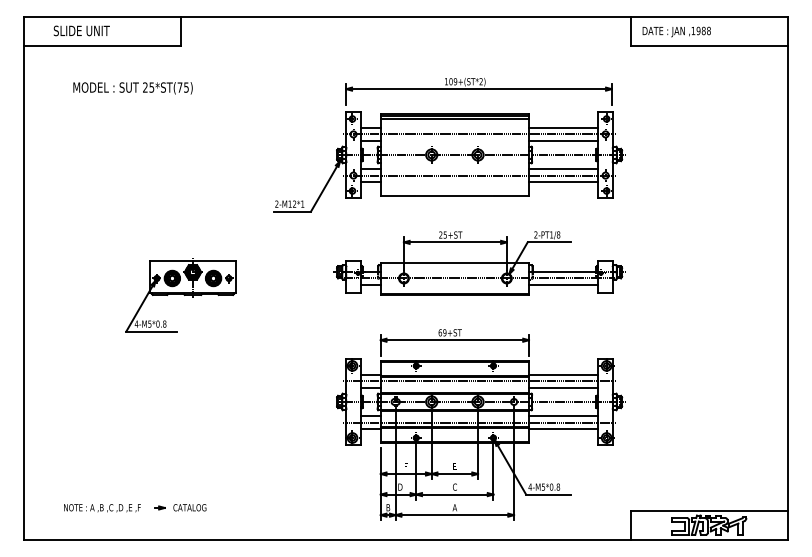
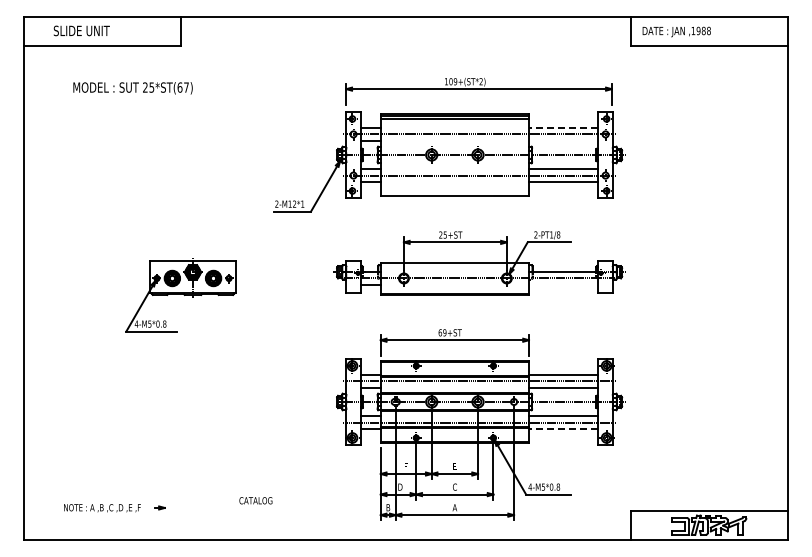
text at (182, 87): 25*ST(75) -> 25*ST(67)
line at (563, 128): solid -> dashed
line at (563, 140): present -> none
line at (563, 284): present -> none
line at (563, 428): solid -> dashed
text at (189, 507) position: (189, 507) -> (255, 500)
